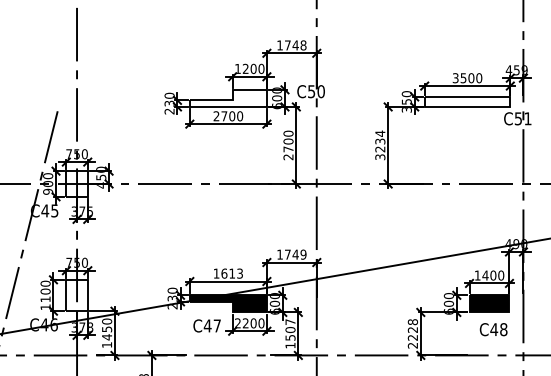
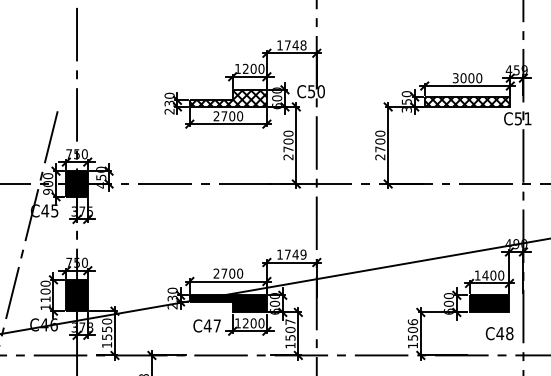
text at (463, 78): 3500 -> 3000
hatch at (227, 97): none -> present
hatch at (467, 101): none -> present
text at (380, 145): 3234 -> 2700
fill at (76, 183): none -> present
text at (228, 273): 1613 -> 2700
fill at (76, 295): none -> present
text at (237, 322): 2200 -> 1200
text at (493, 329) position: (493, 329) -> (499, 333)
text at (412, 333): 2228 -> 1506
text at (107, 337): 1450 -> 1550
